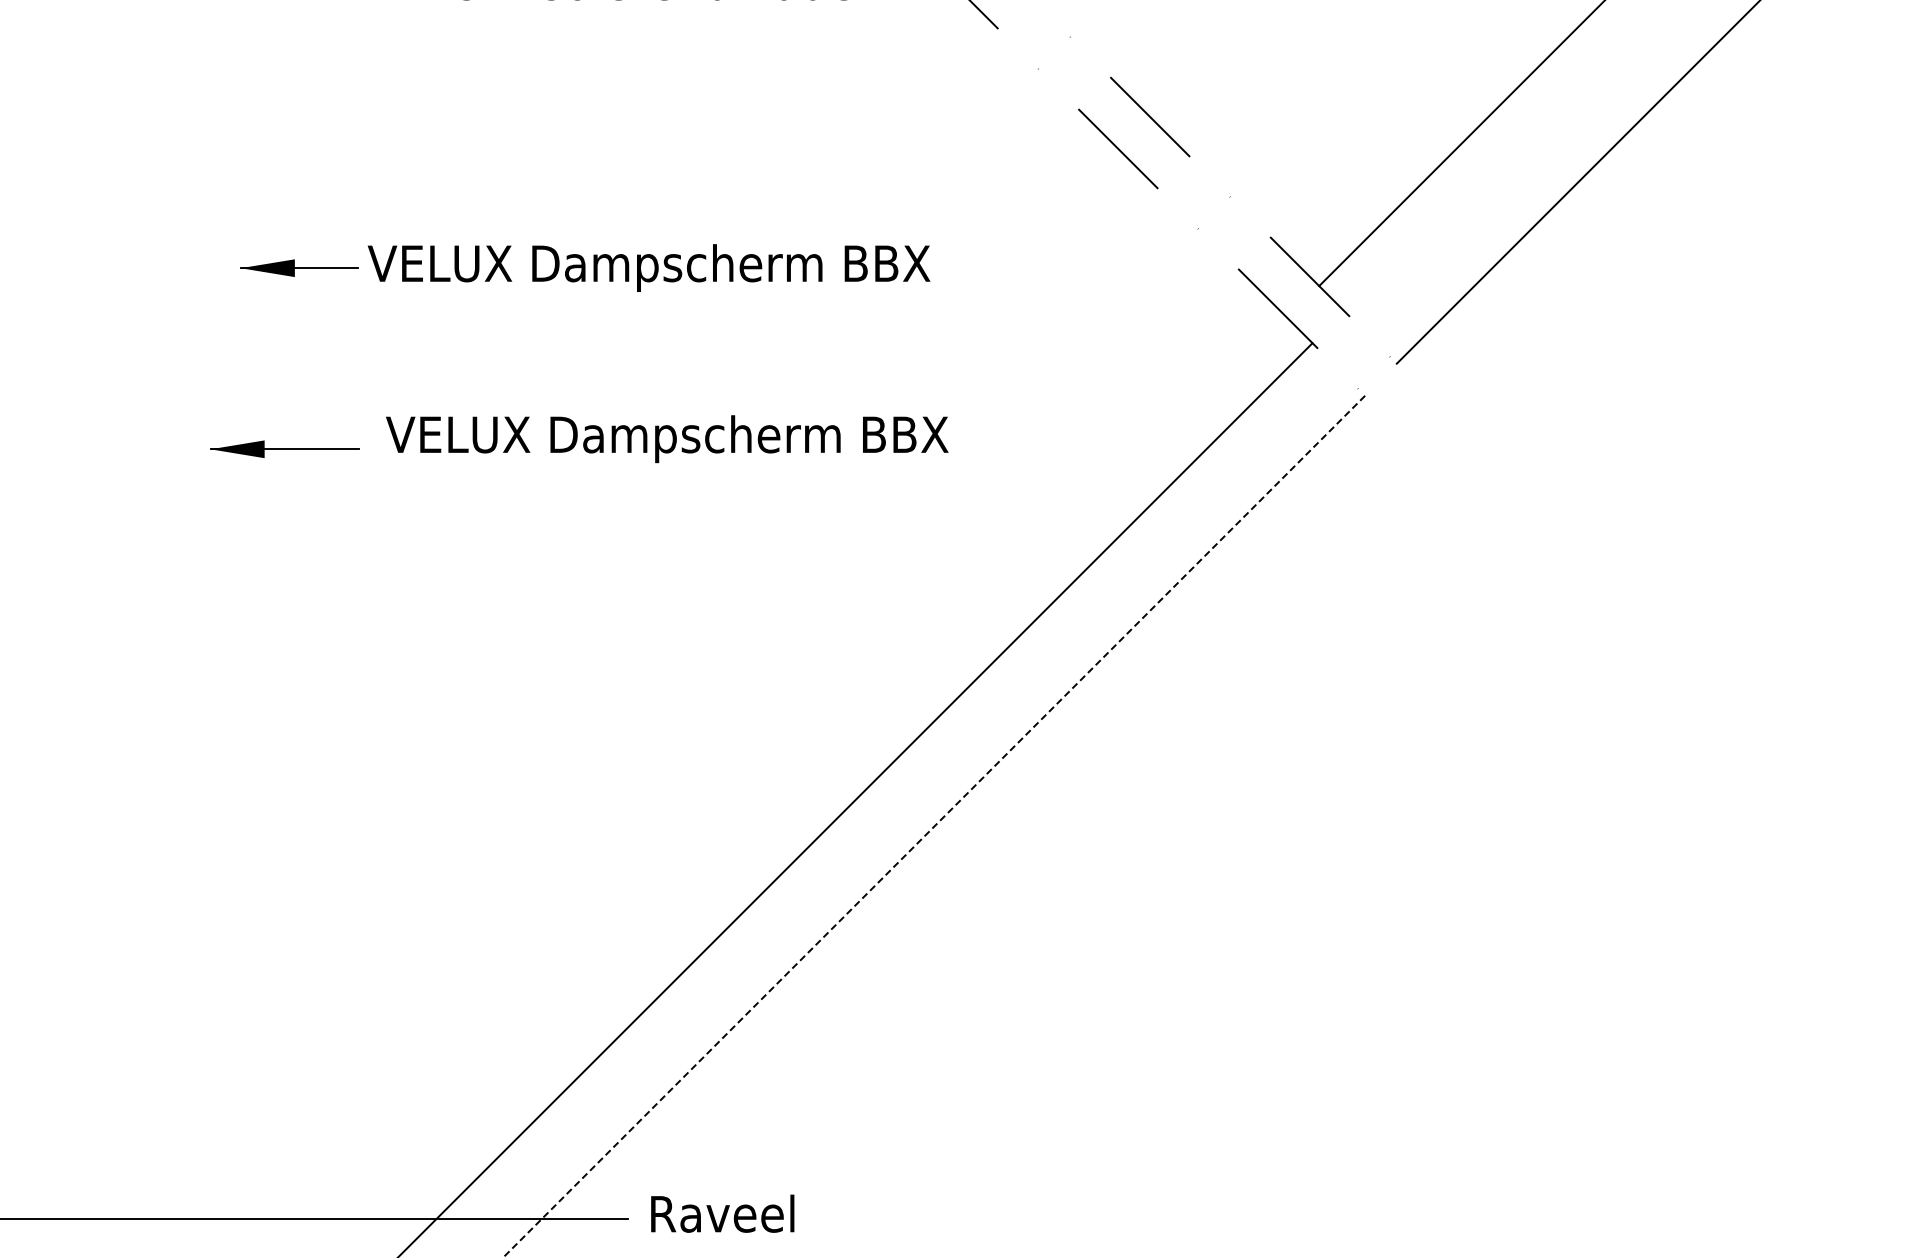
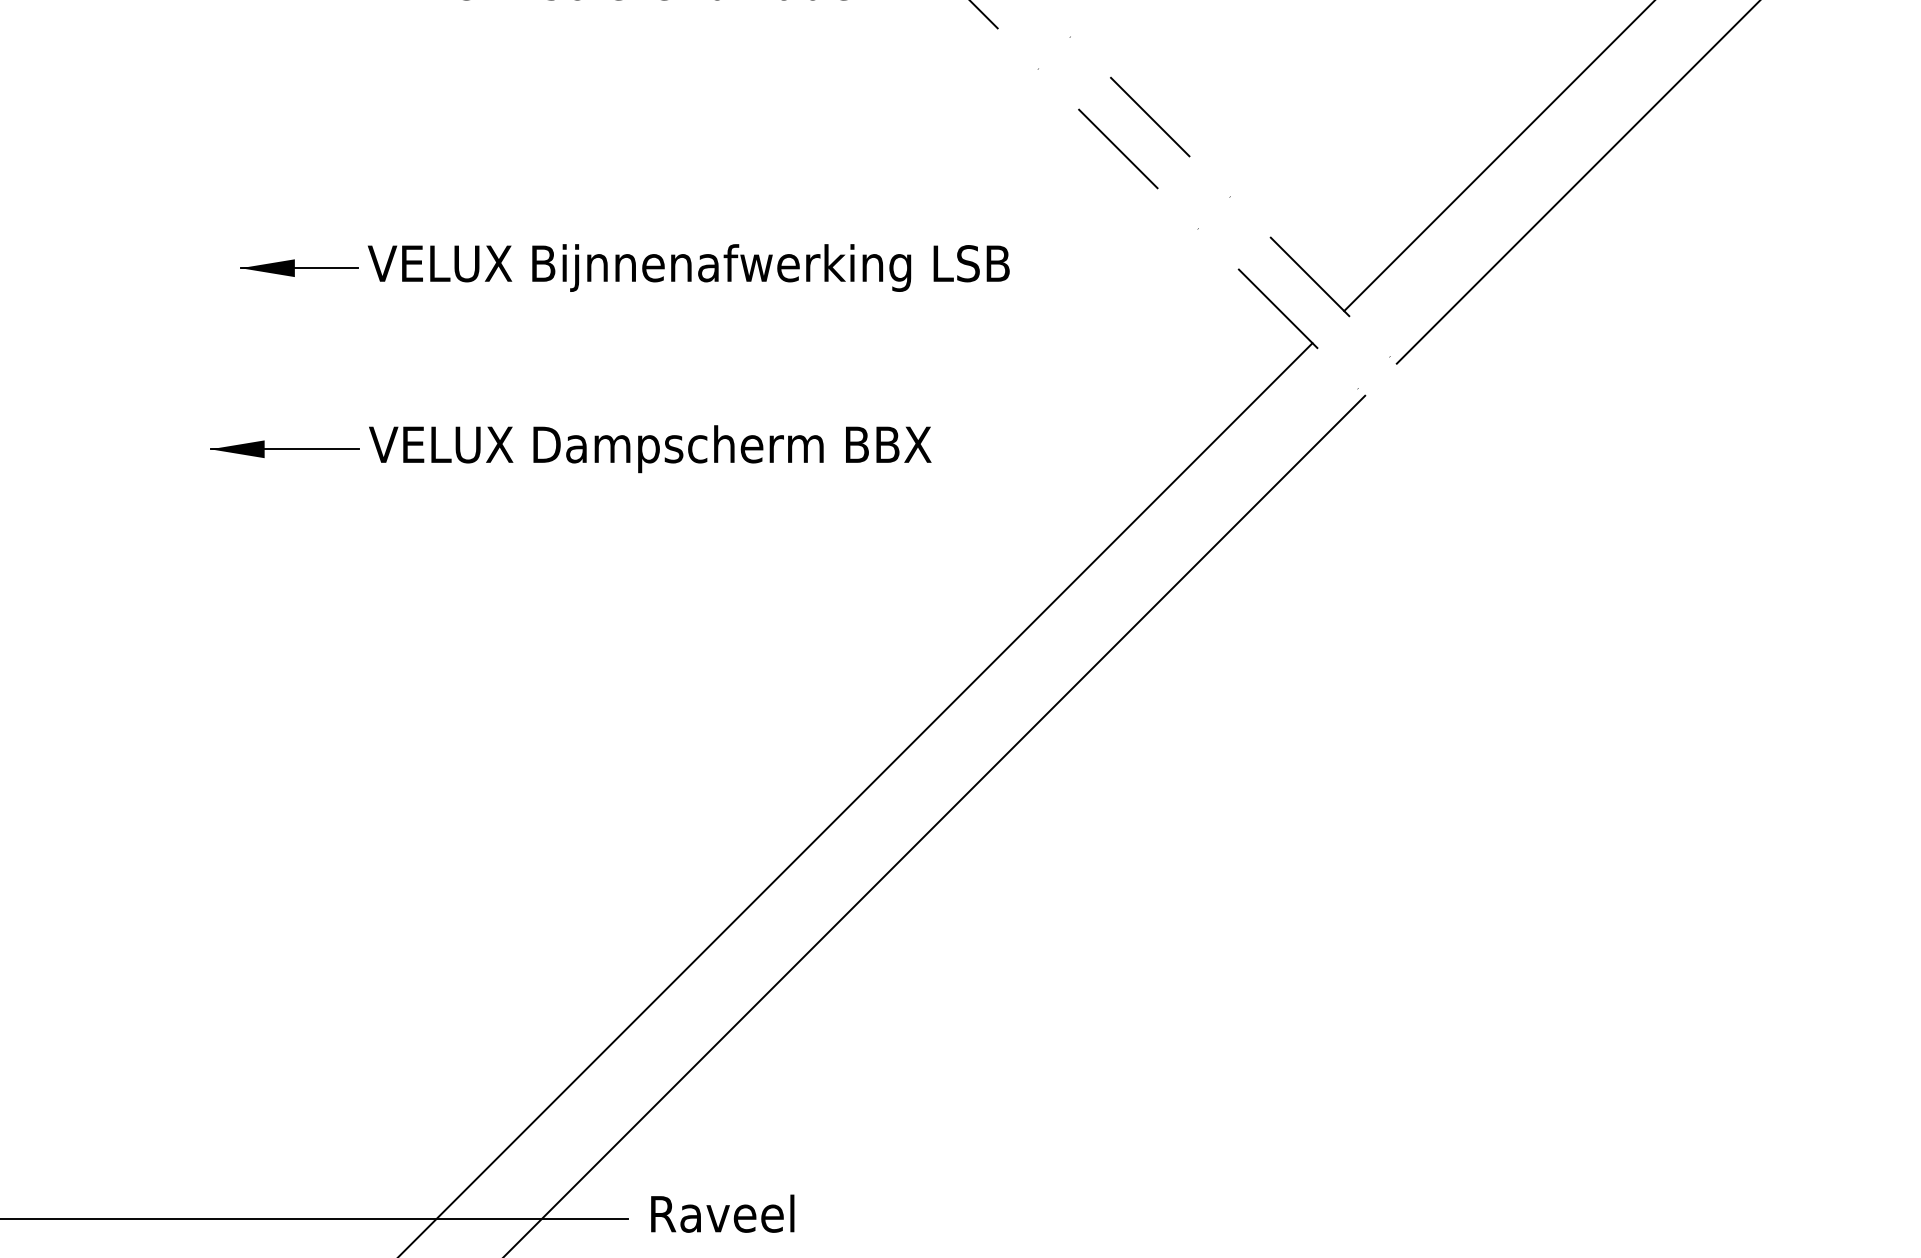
line at (1460, 144) position: (1460, 144) -> (1498, 156)
text at (772, 267): VELUX Dampscherm BBX -> VELUX Bijnnenafwerking LSB
text at (667, 439) position: (667, 439) -> (650, 449)
line at (933, 827): dashed -> solid
